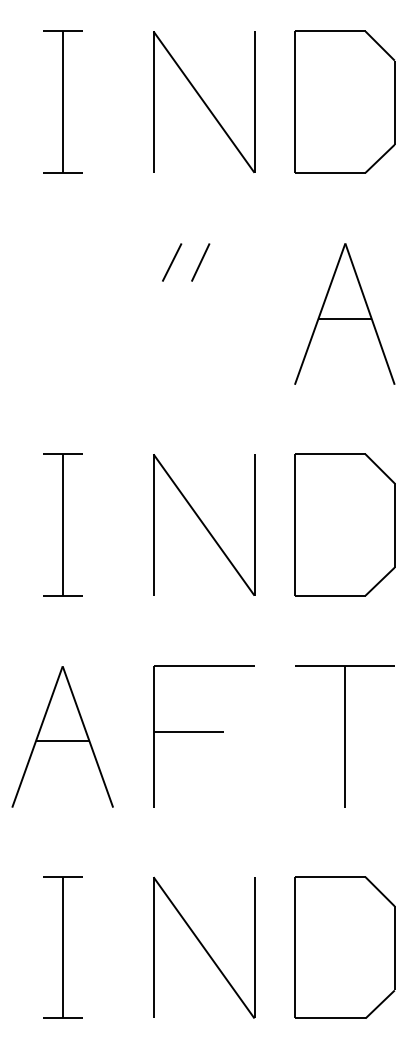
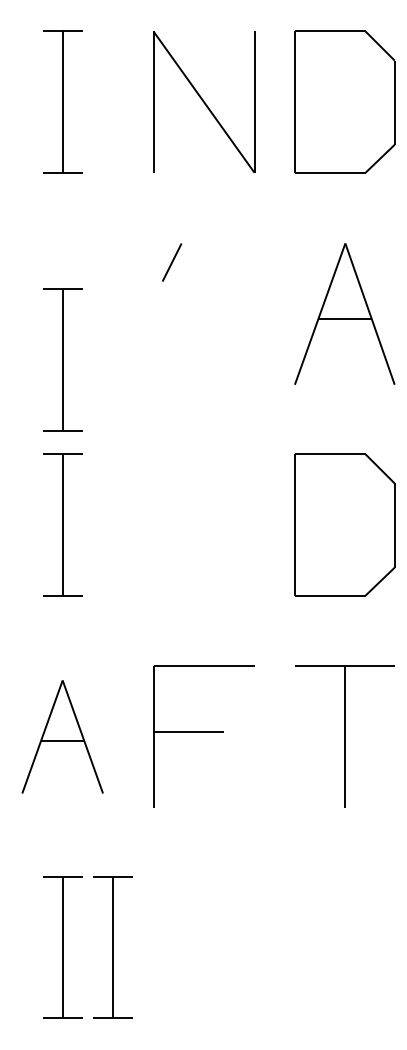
line at (200, 262): present -> none
part at (62, 359): none -> present
part at (204, 524): present -> none
part at (62, 736) size: 103x142 px -> 83x114 px
part at (112, 947): none -> present
part at (204, 947): present -> none
part at (344, 947): present -> none
